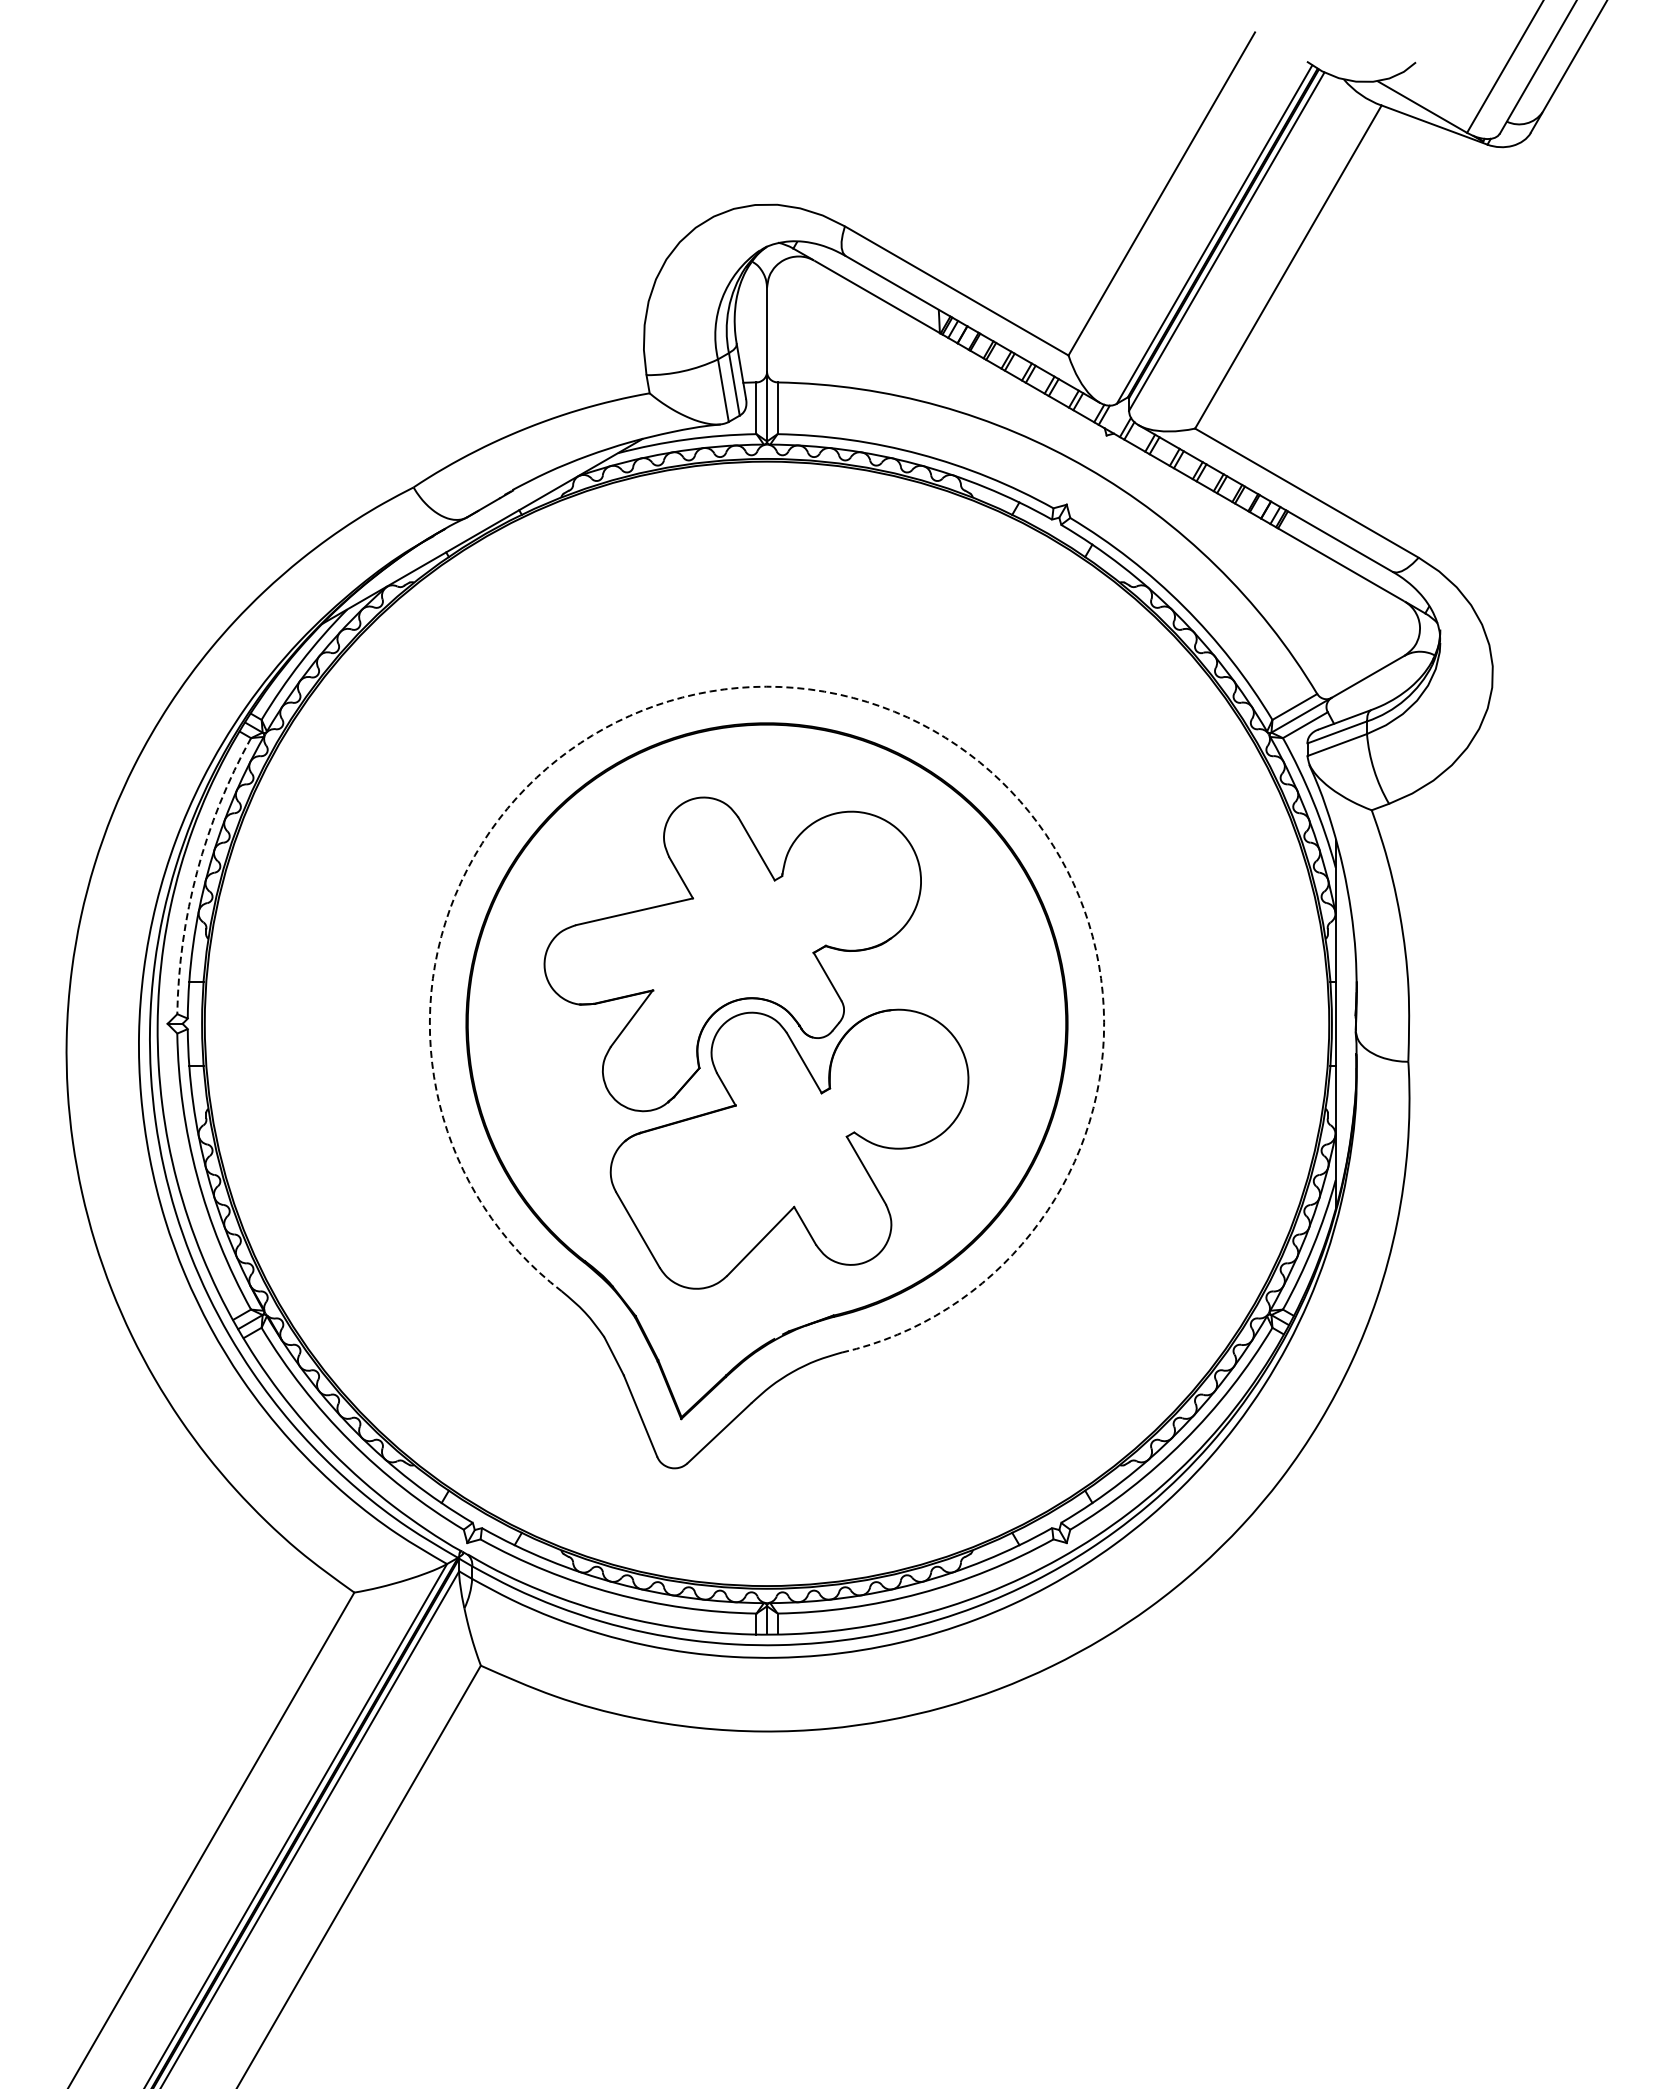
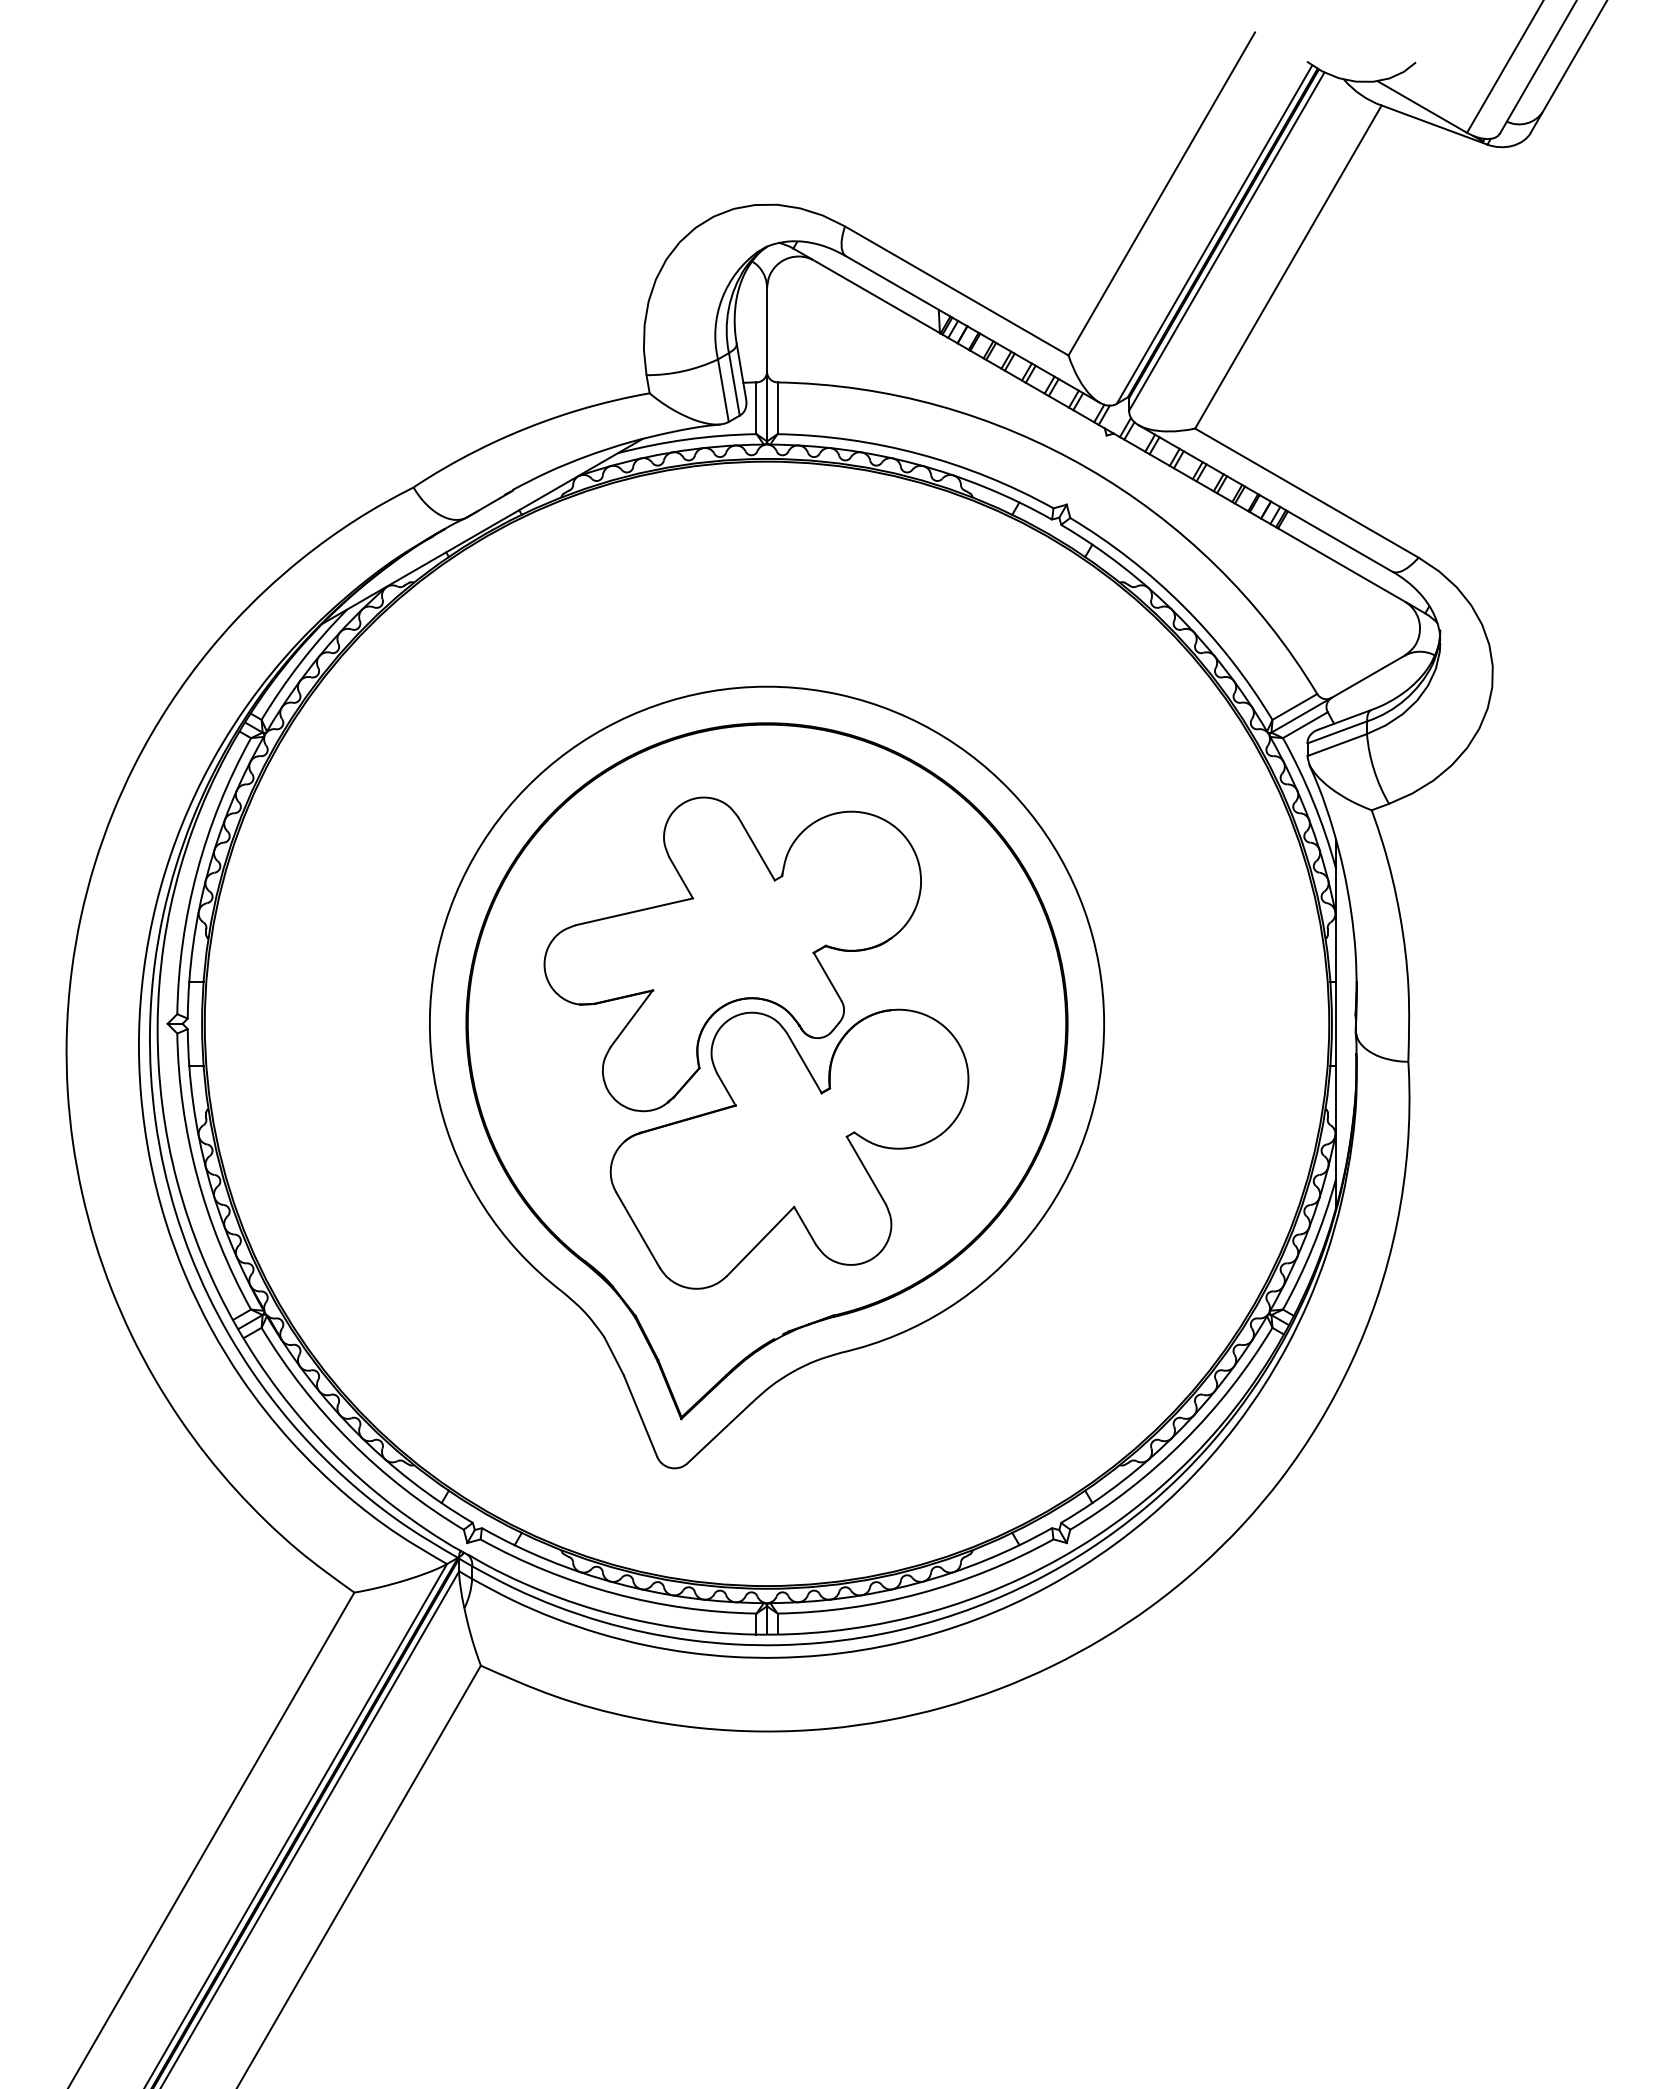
arc at (838, 694): dashed -> solid
arc at (197, 871): dashed -> solid
